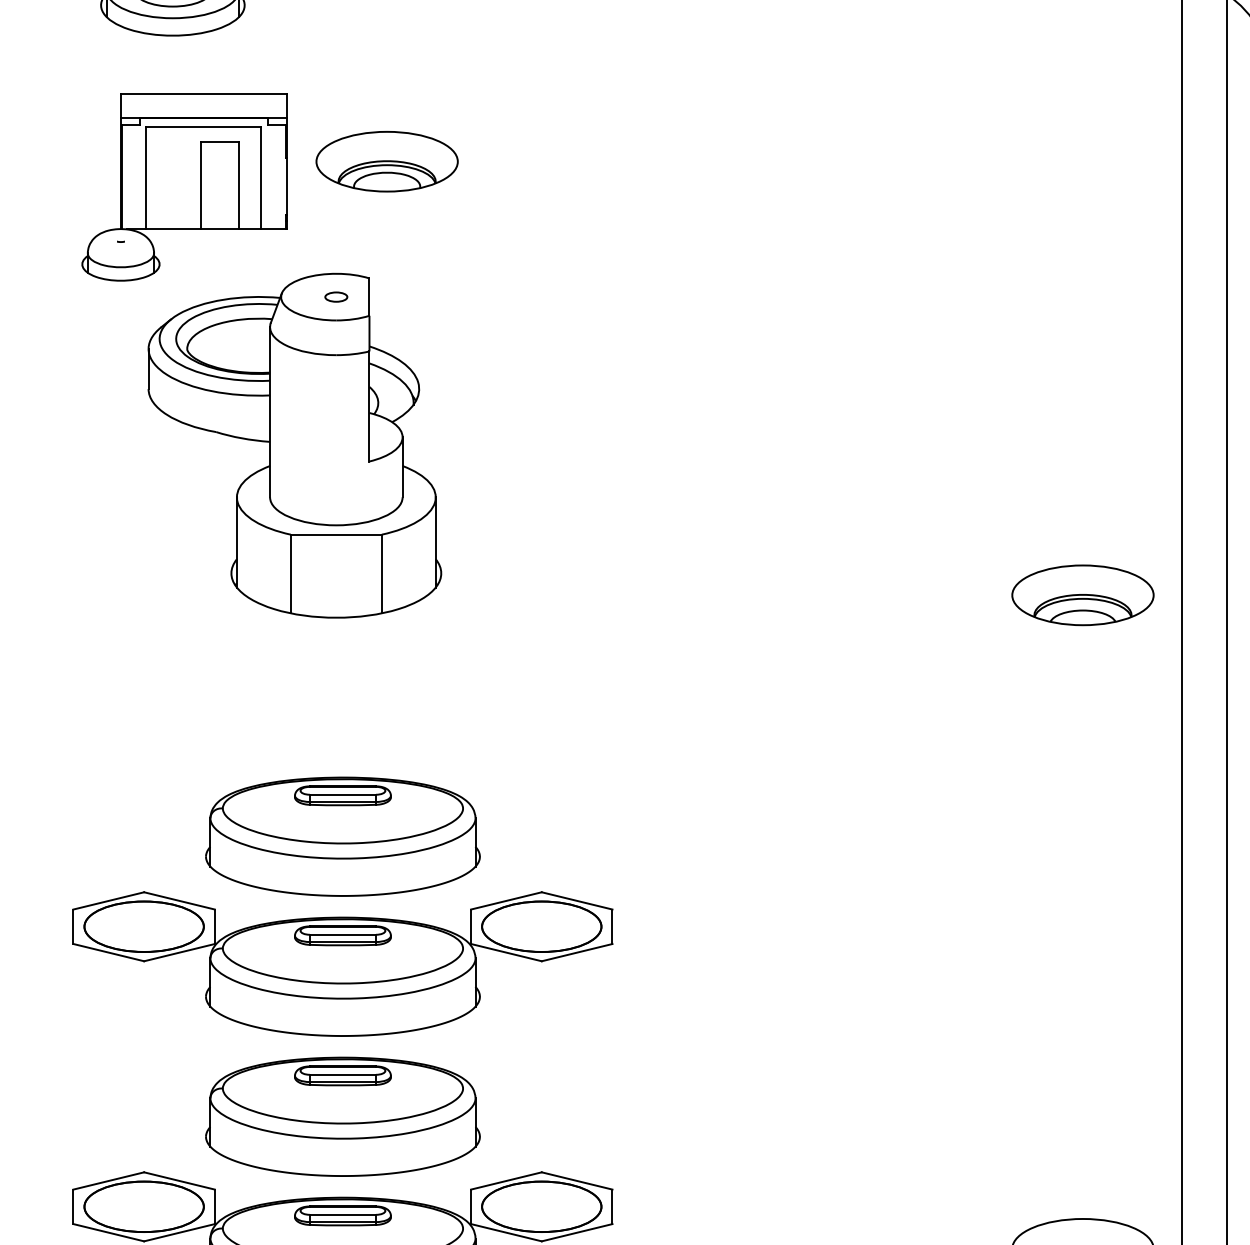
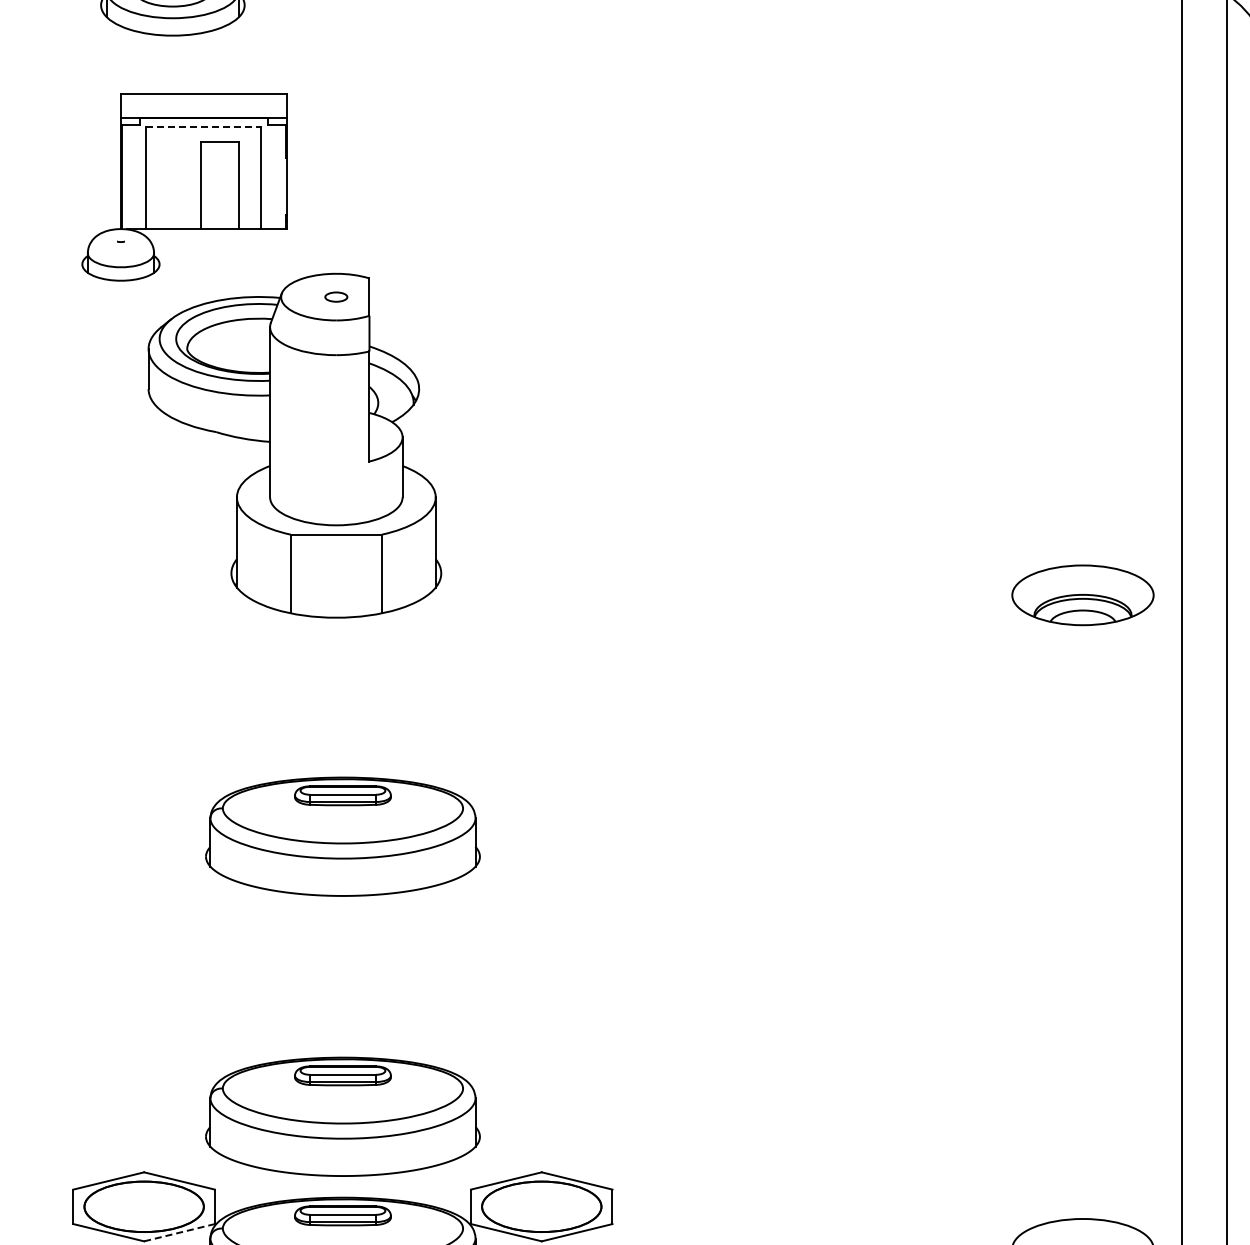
line at (204, 127): solid -> dashed
part at (386, 161): present -> none
part at (342, 963): present -> none
line at (179, 1232): solid -> dashed
